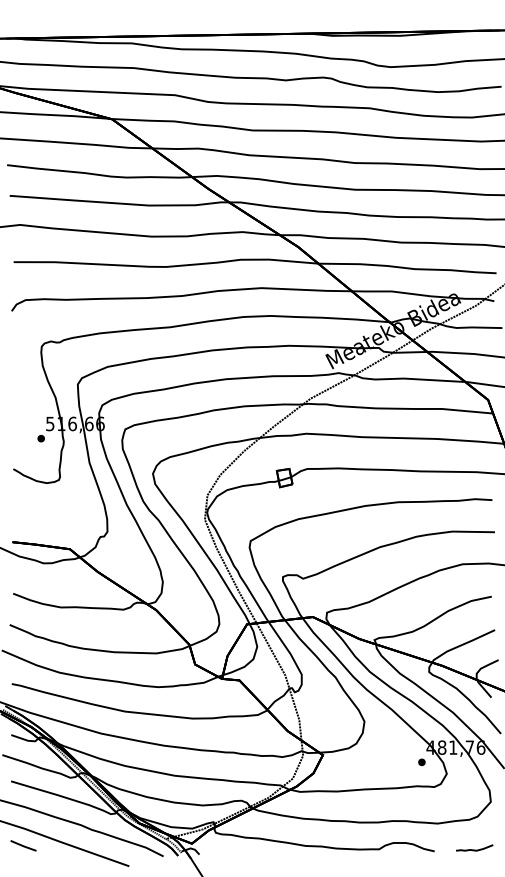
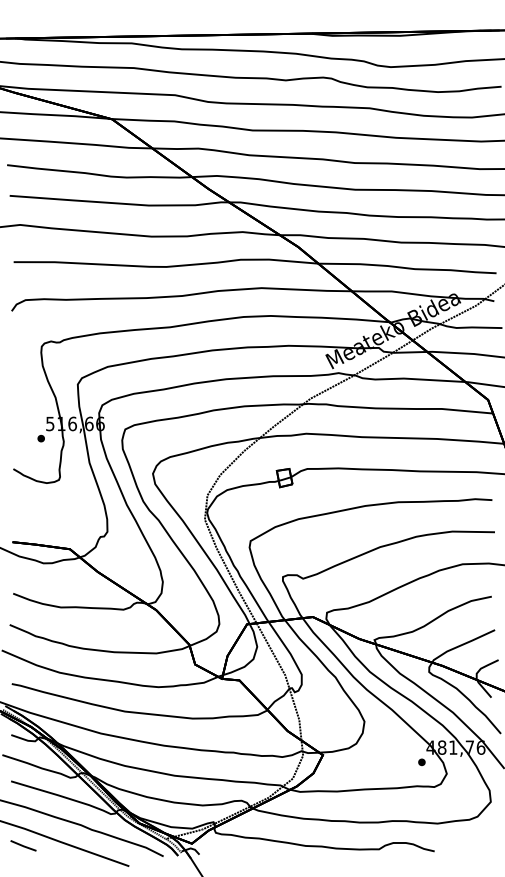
curve at (474, 849): present -> none
